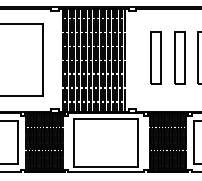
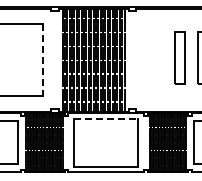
part at (155, 57): present -> none
line at (42, 60): solid -> dashed
line at (106, 119): solid -> dashed
